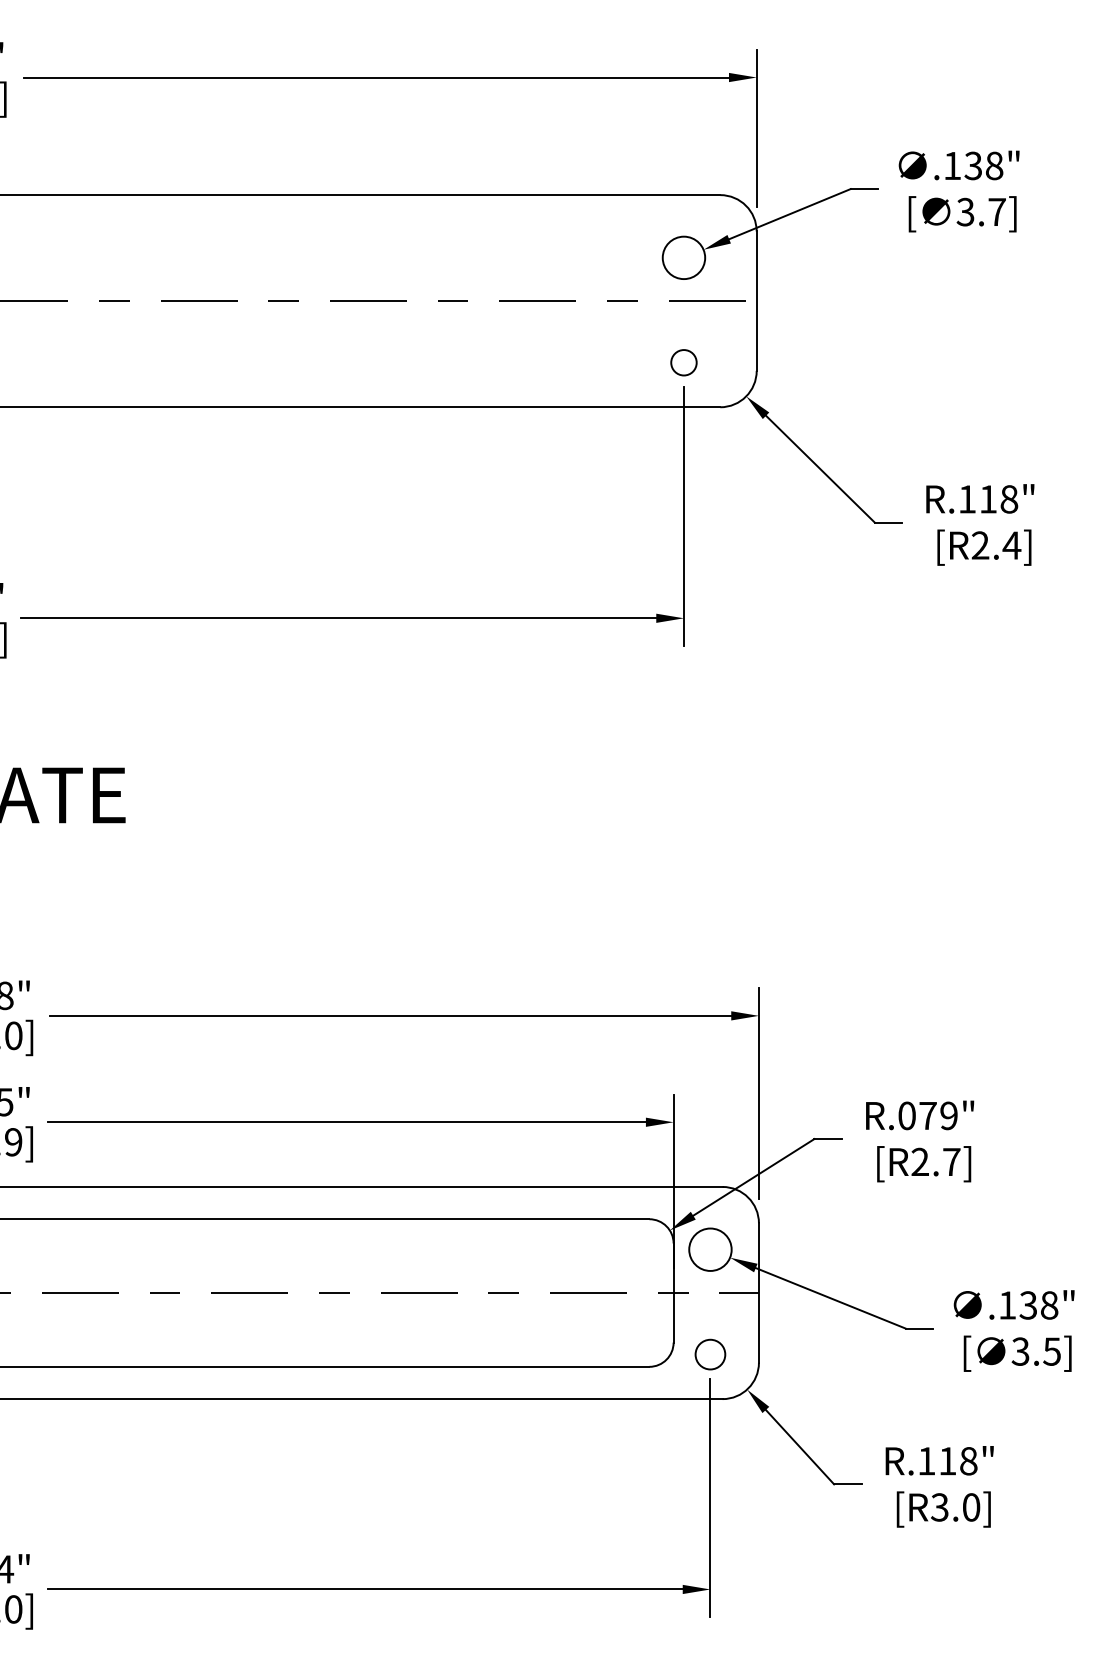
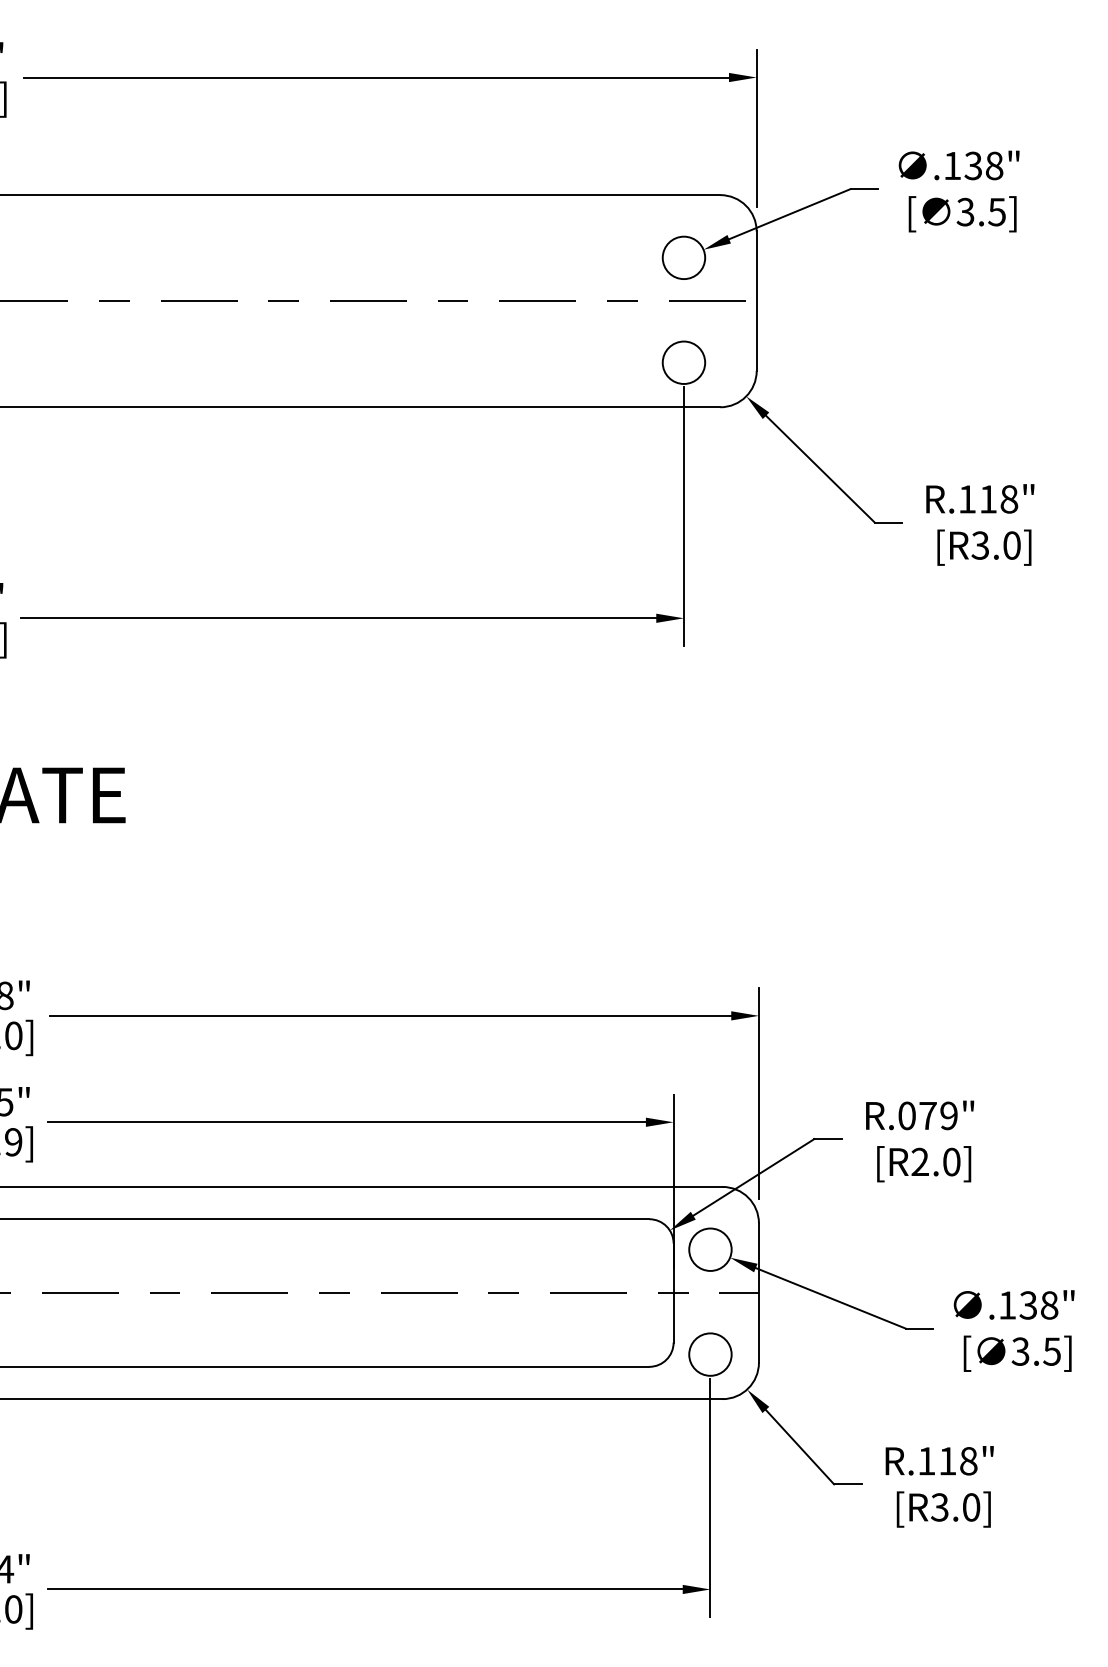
text at (996, 212): 3.7] -> 3.5]
circle at (683, 362) diameter: 25 px -> 42 px
text at (996, 545): [R2.4] -> [R3.0]
text at (951, 1161): [R2.7] -> [R2.0]
circle at (710, 1354) diameter: 30 px -> 42 px
